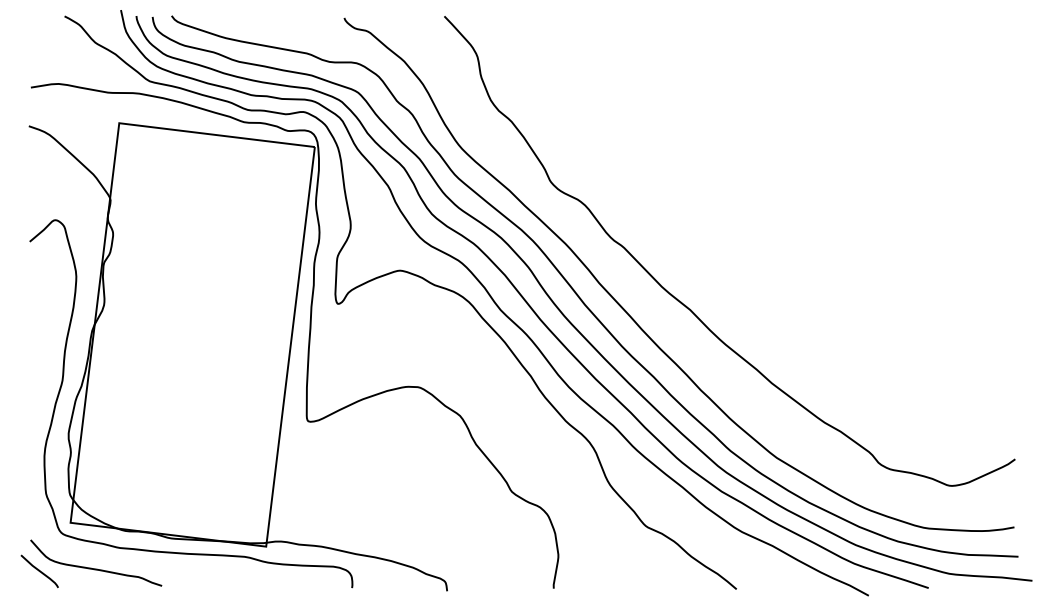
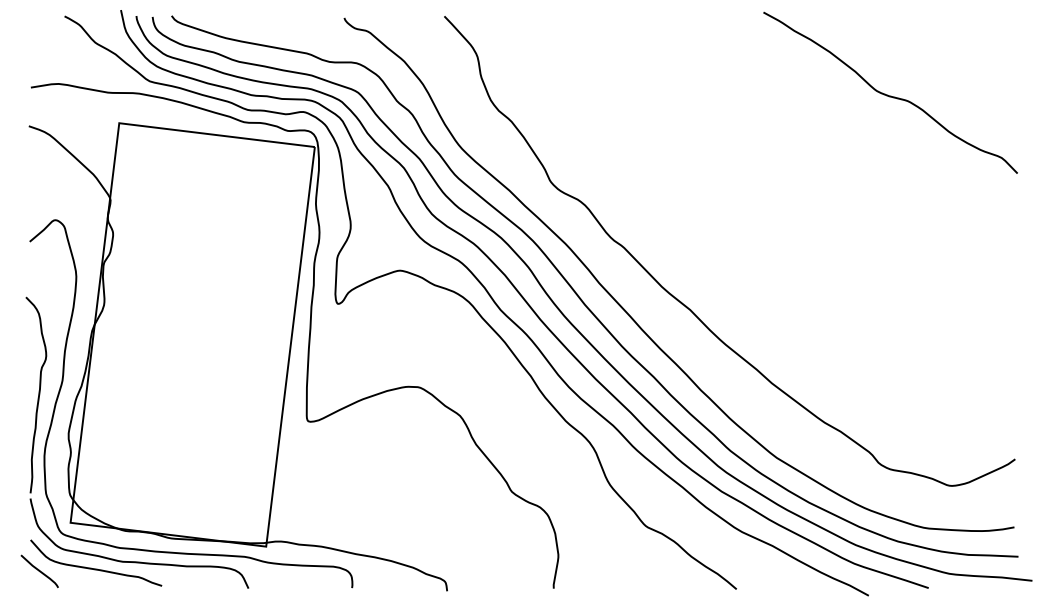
curve at (890, 95): none -> present
part at (36, 430): none -> present
